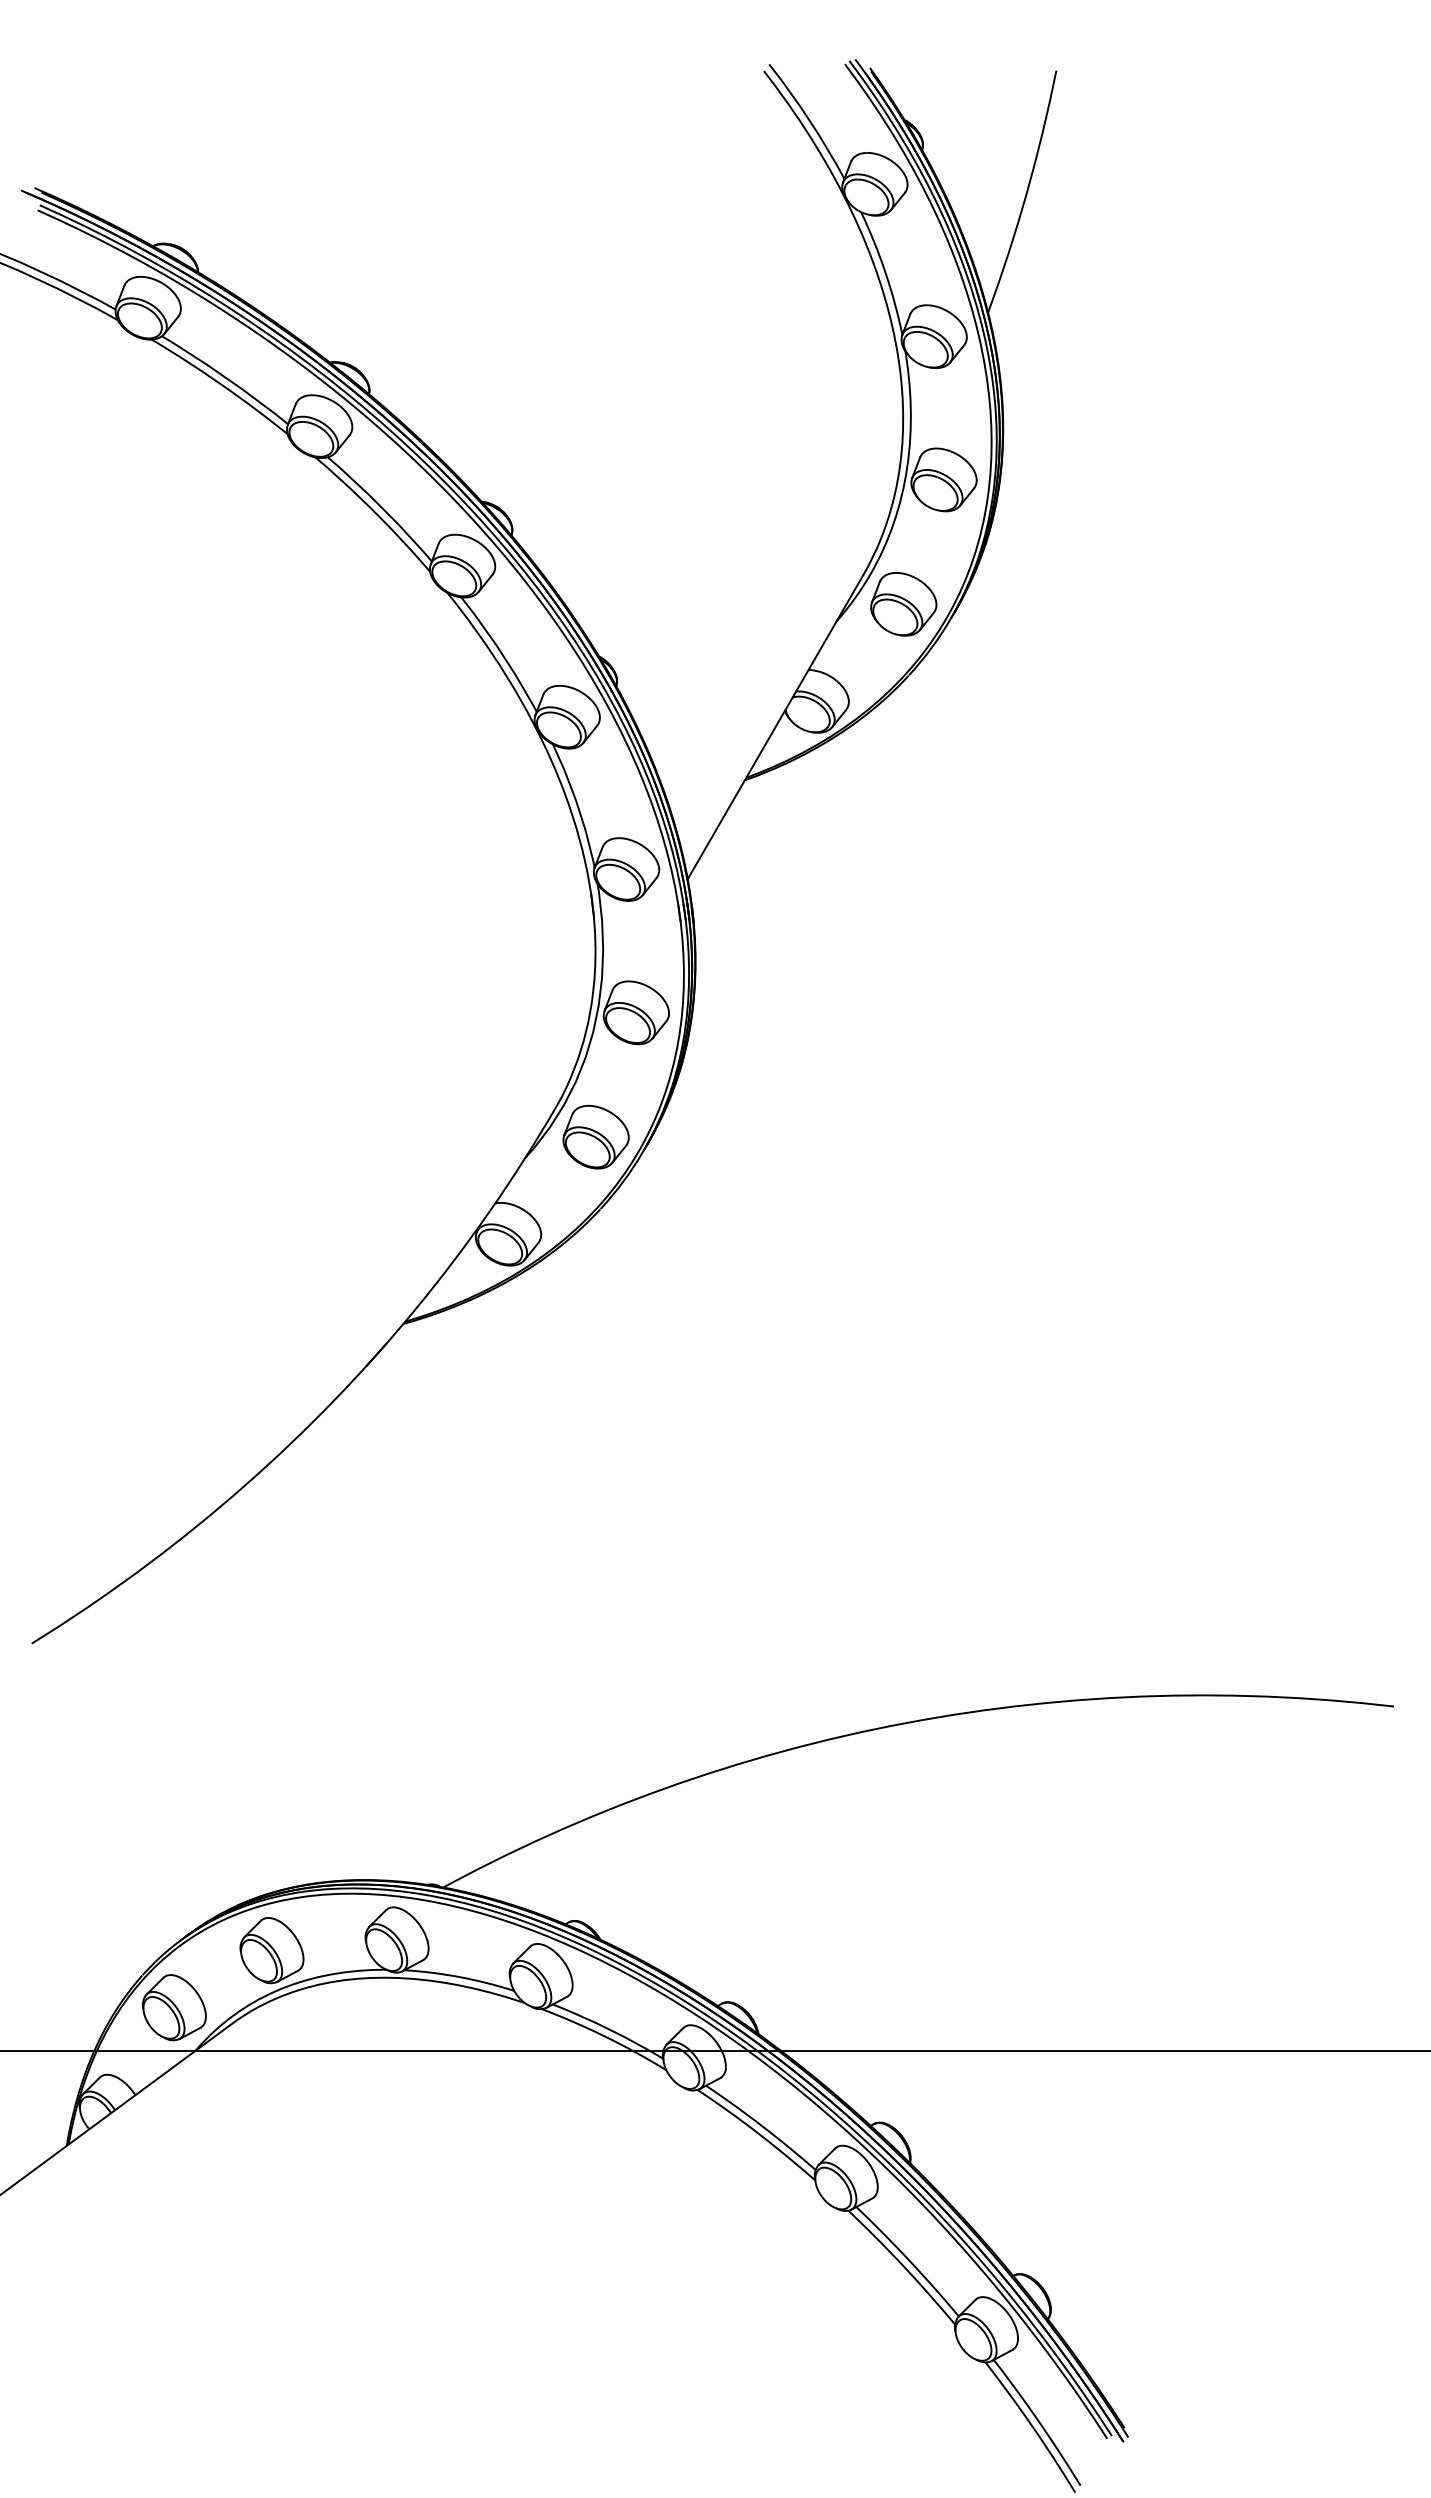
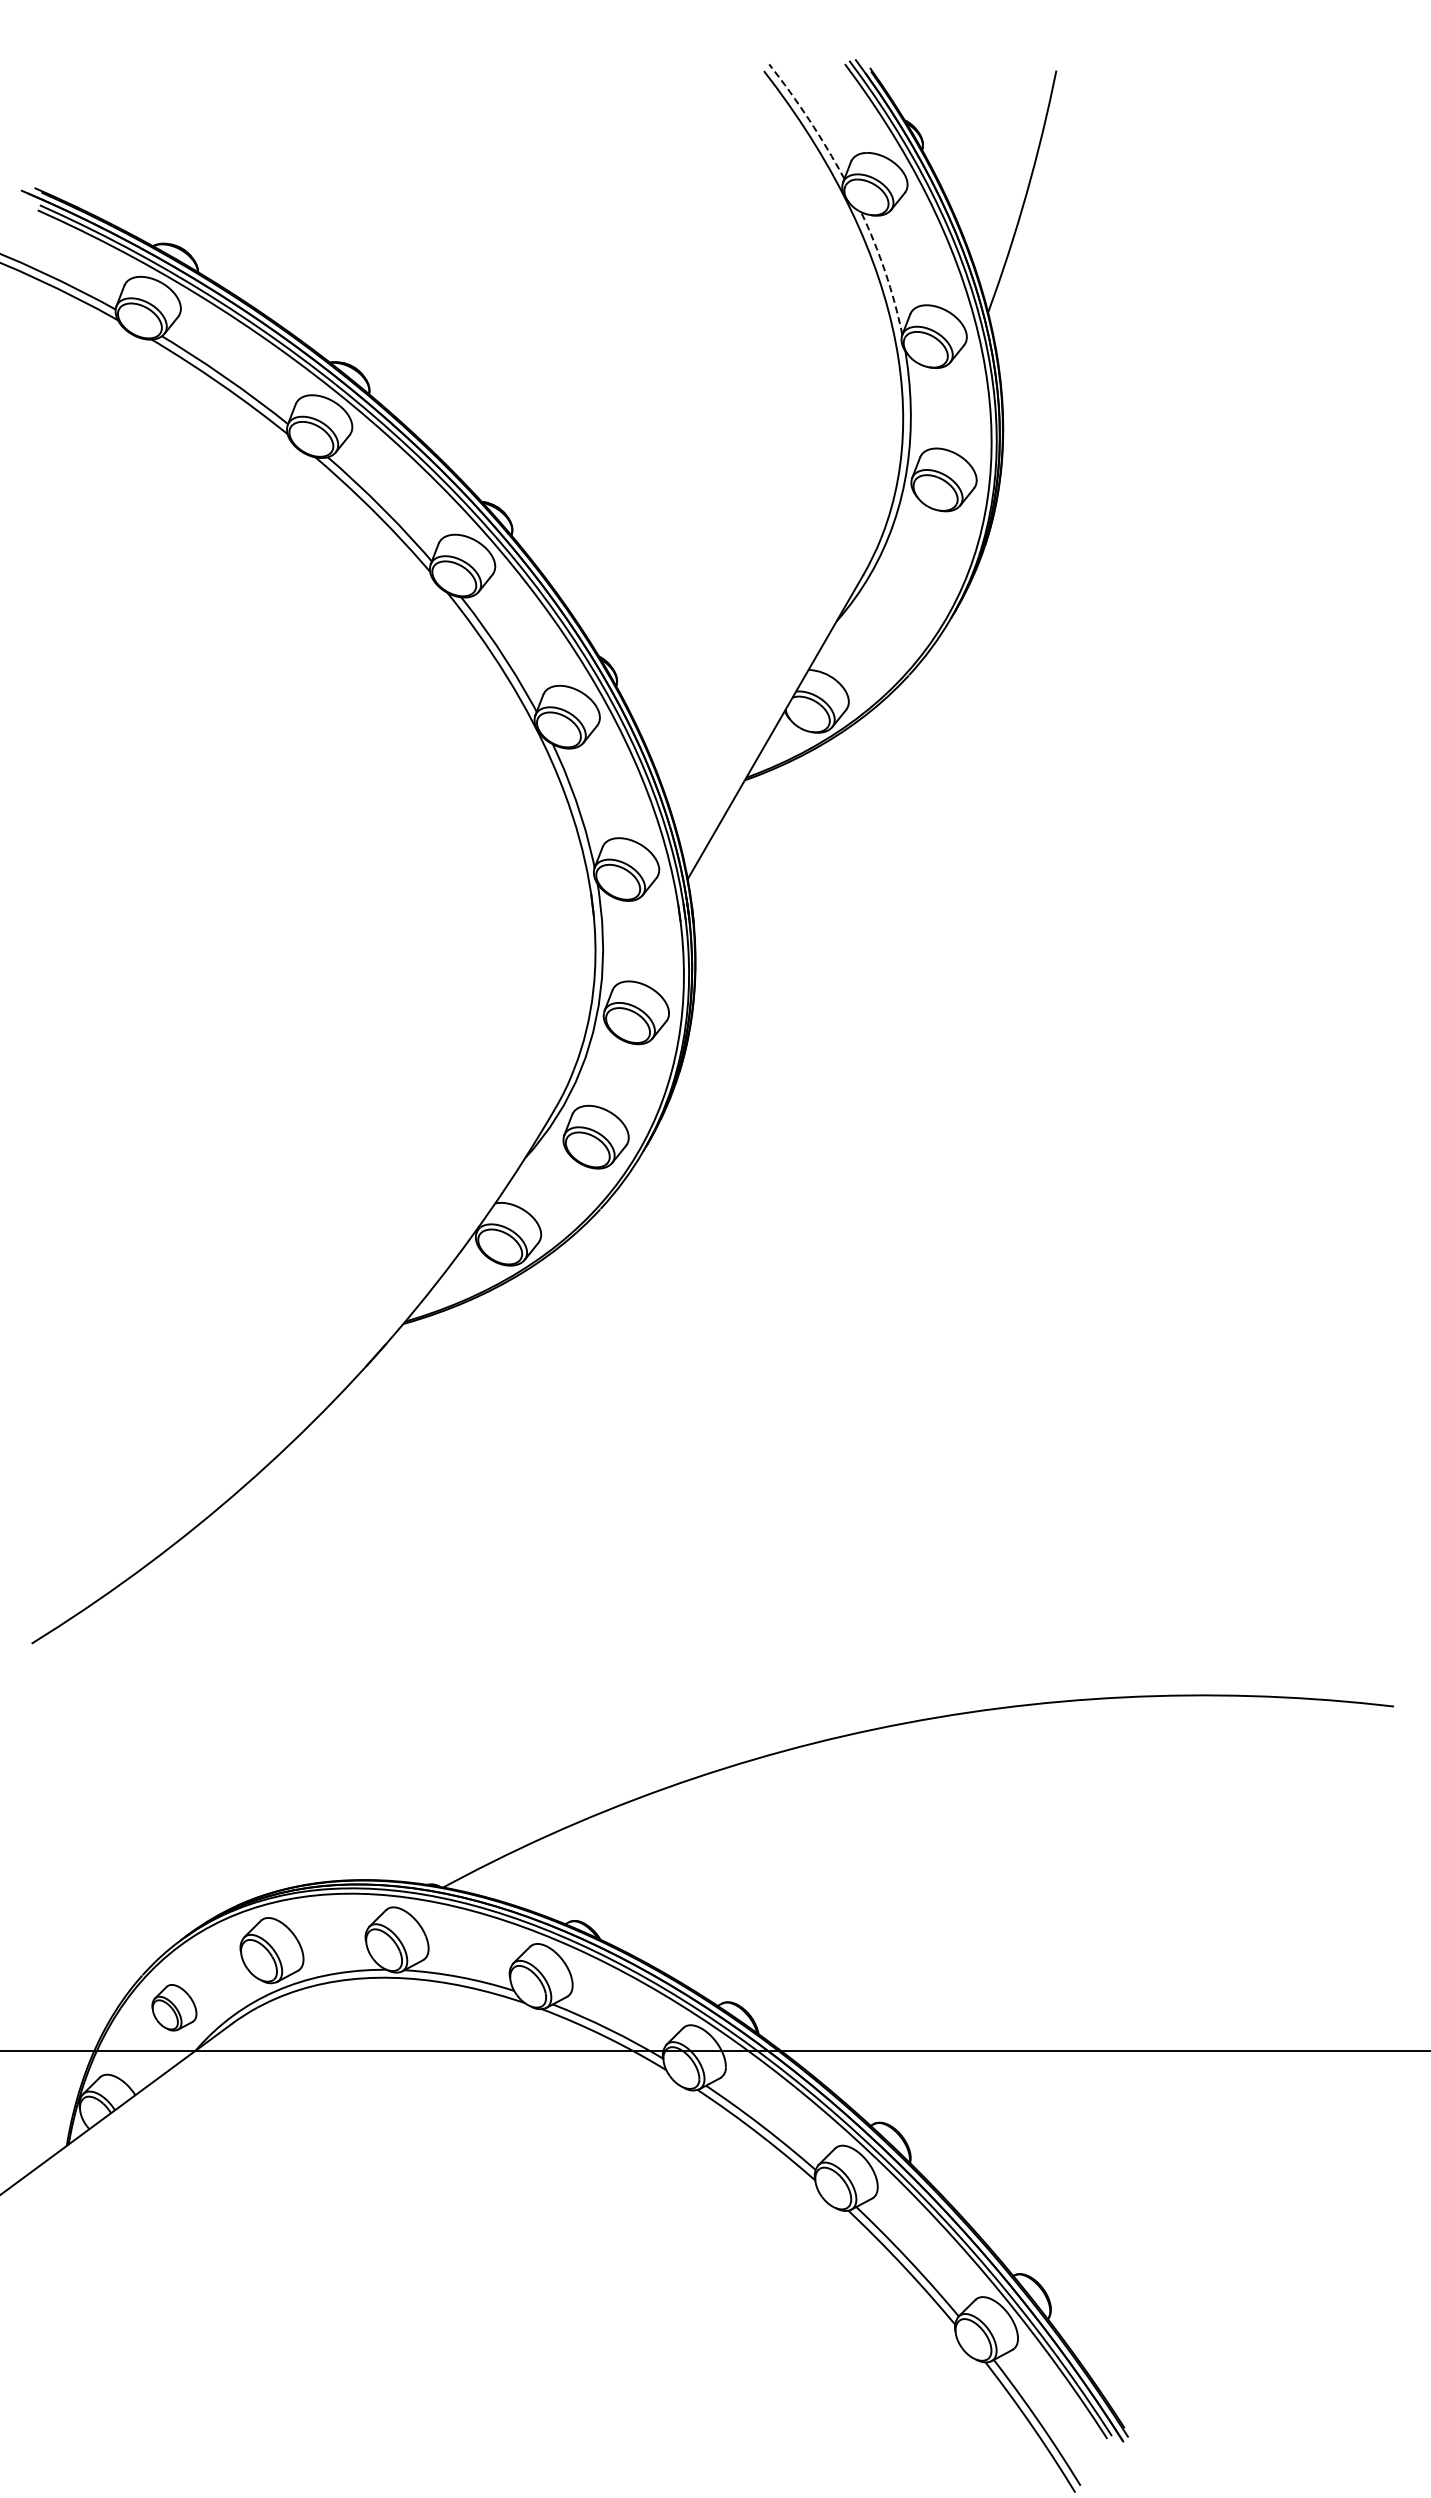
arc at (809, 120): solid -> dashed
arc at (885, 272): solid -> dashed
part at (903, 604): present -> none
part at (174, 2007) size: 65x68 px -> 47x48 px
